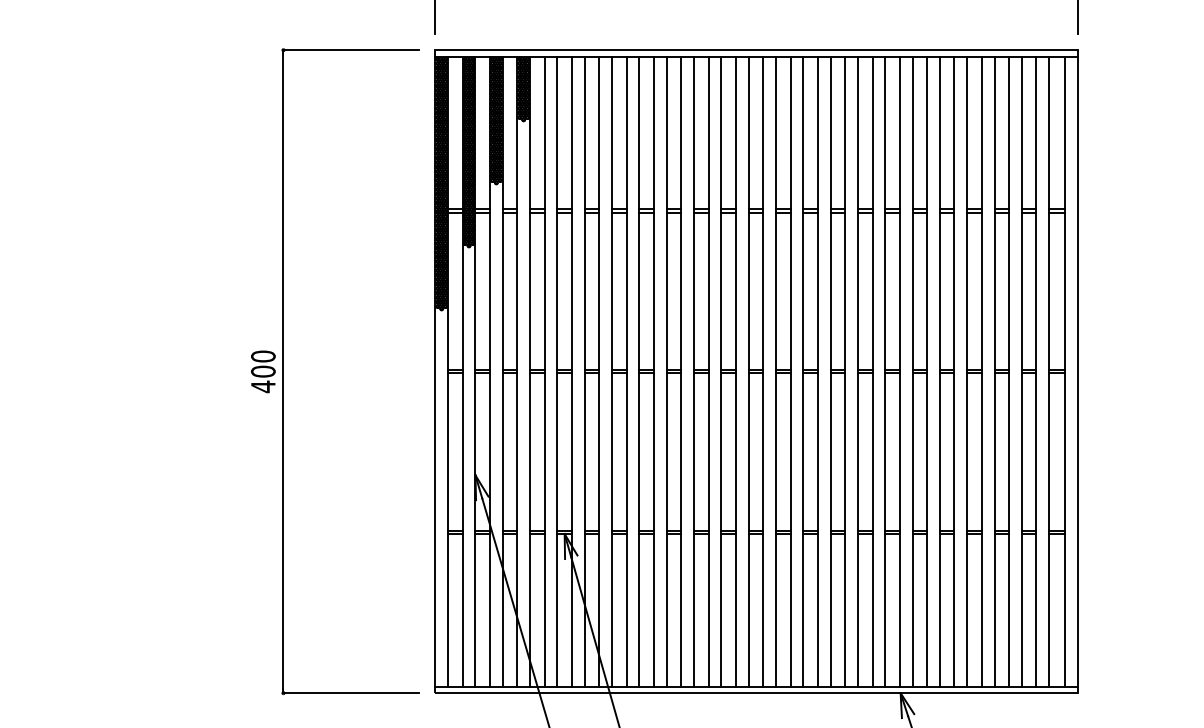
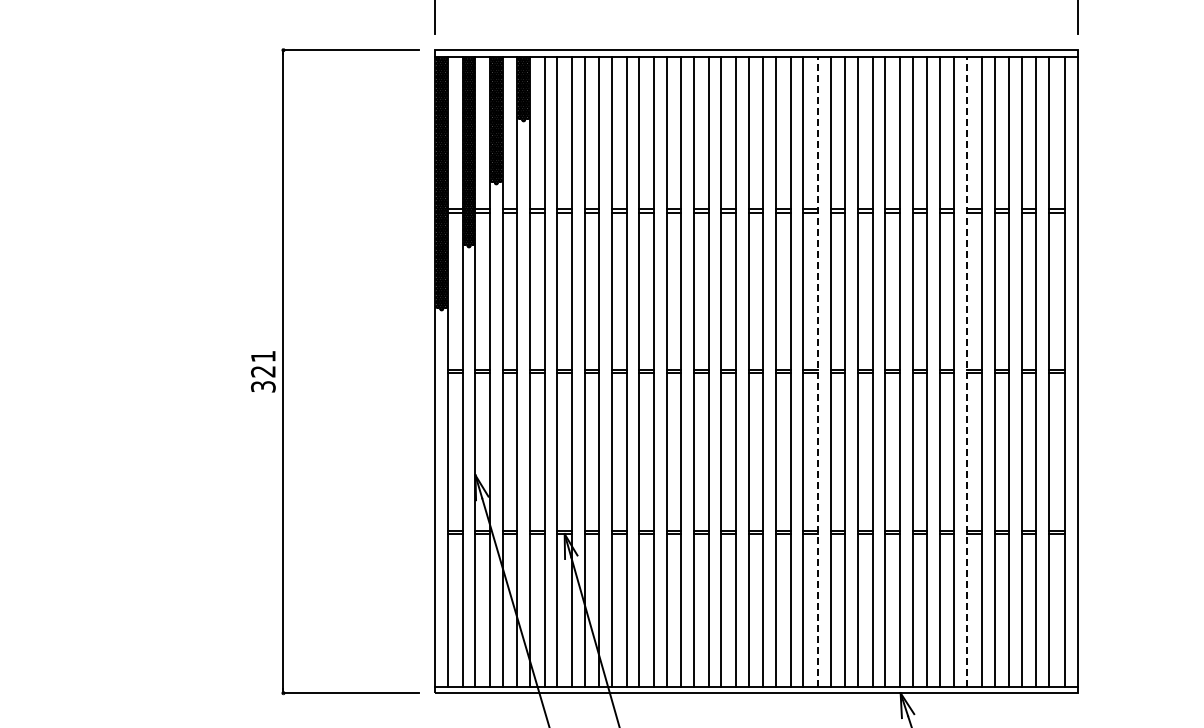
text at (263, 371): 400 -> 321
line at (817, 371): solid -> dashed
line at (967, 371): solid -> dashed
